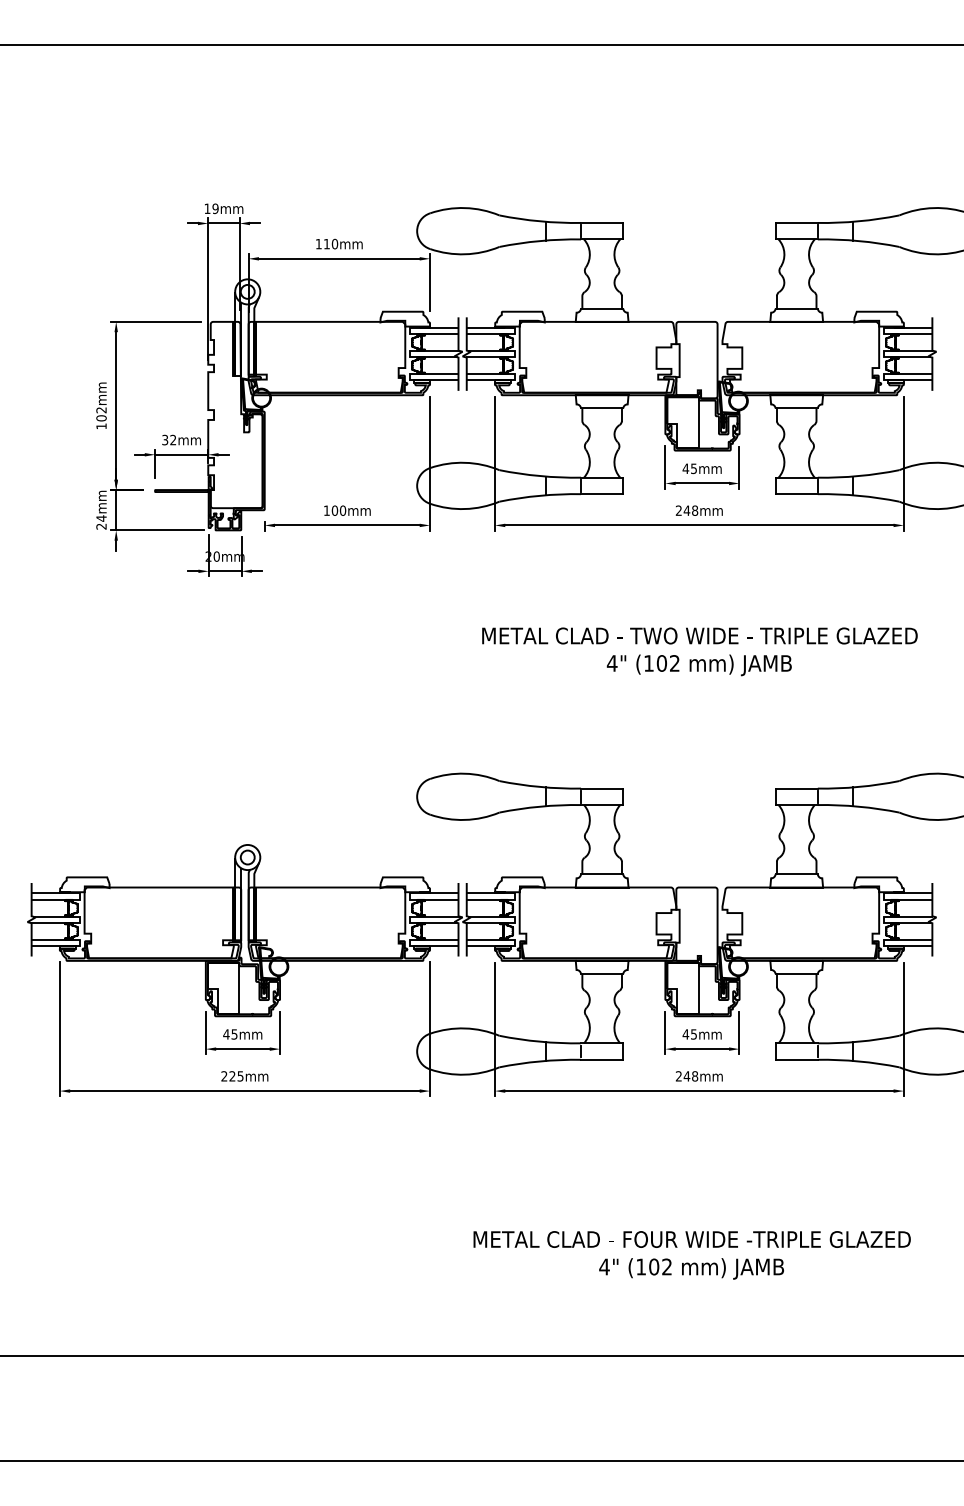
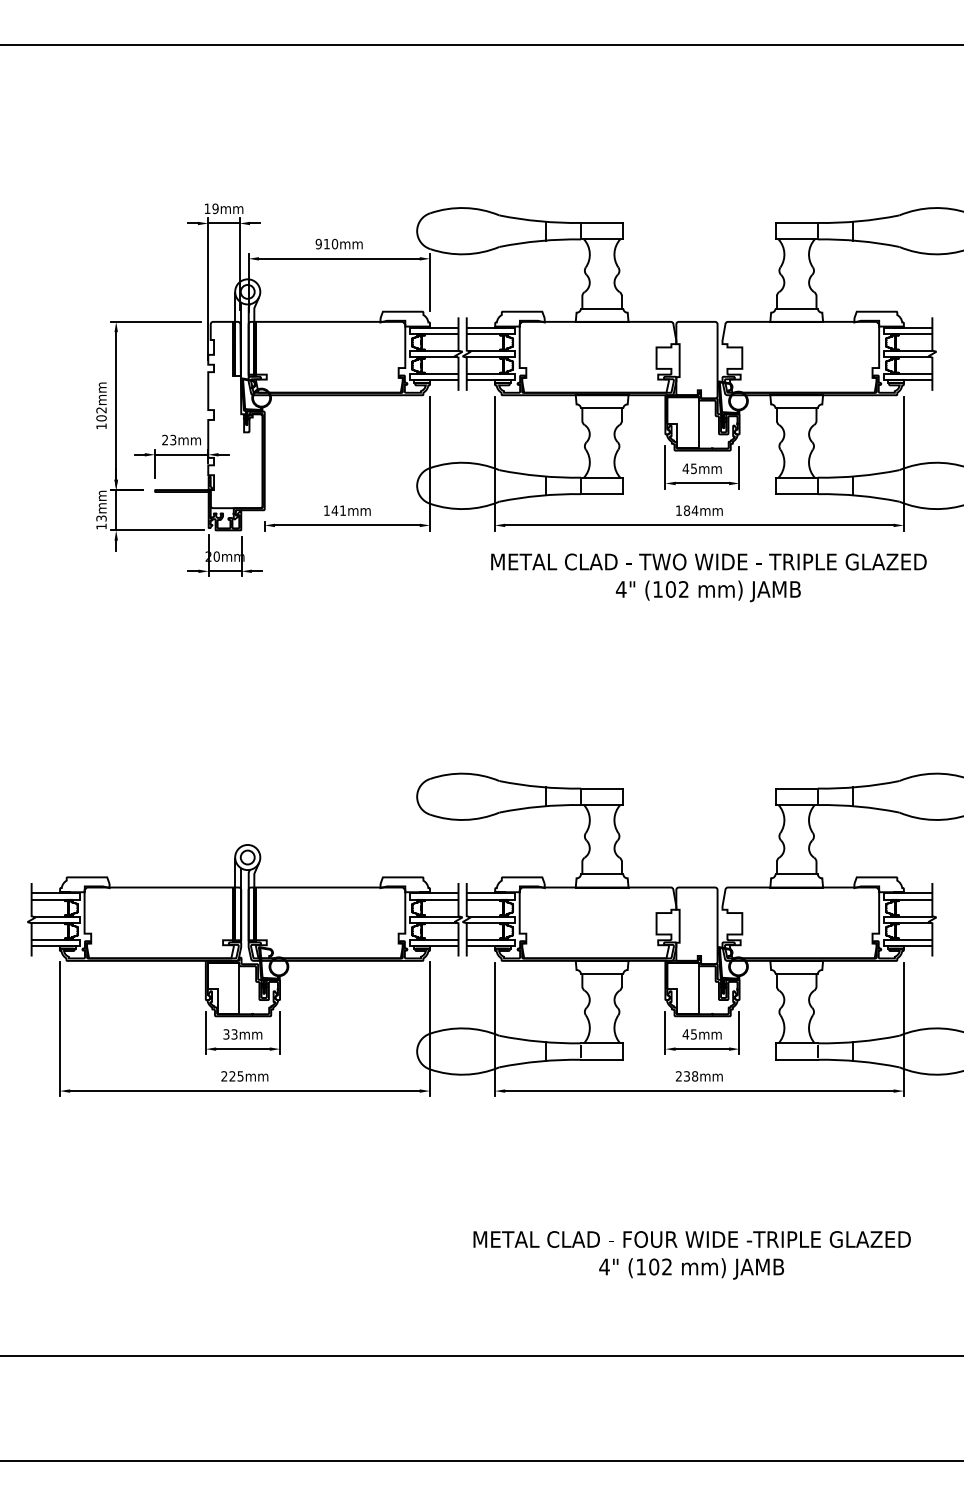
text at (318, 243): 110mm -> 910mm
text at (169, 440): 32mm -> 23mm
text at (338, 510): 100mm -> 141mm
text at (686, 510): 248mm -> 184mm
text at (101, 522): 24mm -> 13mm
text at (699, 651) position: (699, 651) -> (708, 577)
text at (230, 1034): 45mm -> 33mm
text at (686, 1076): 248mm -> 238mm
